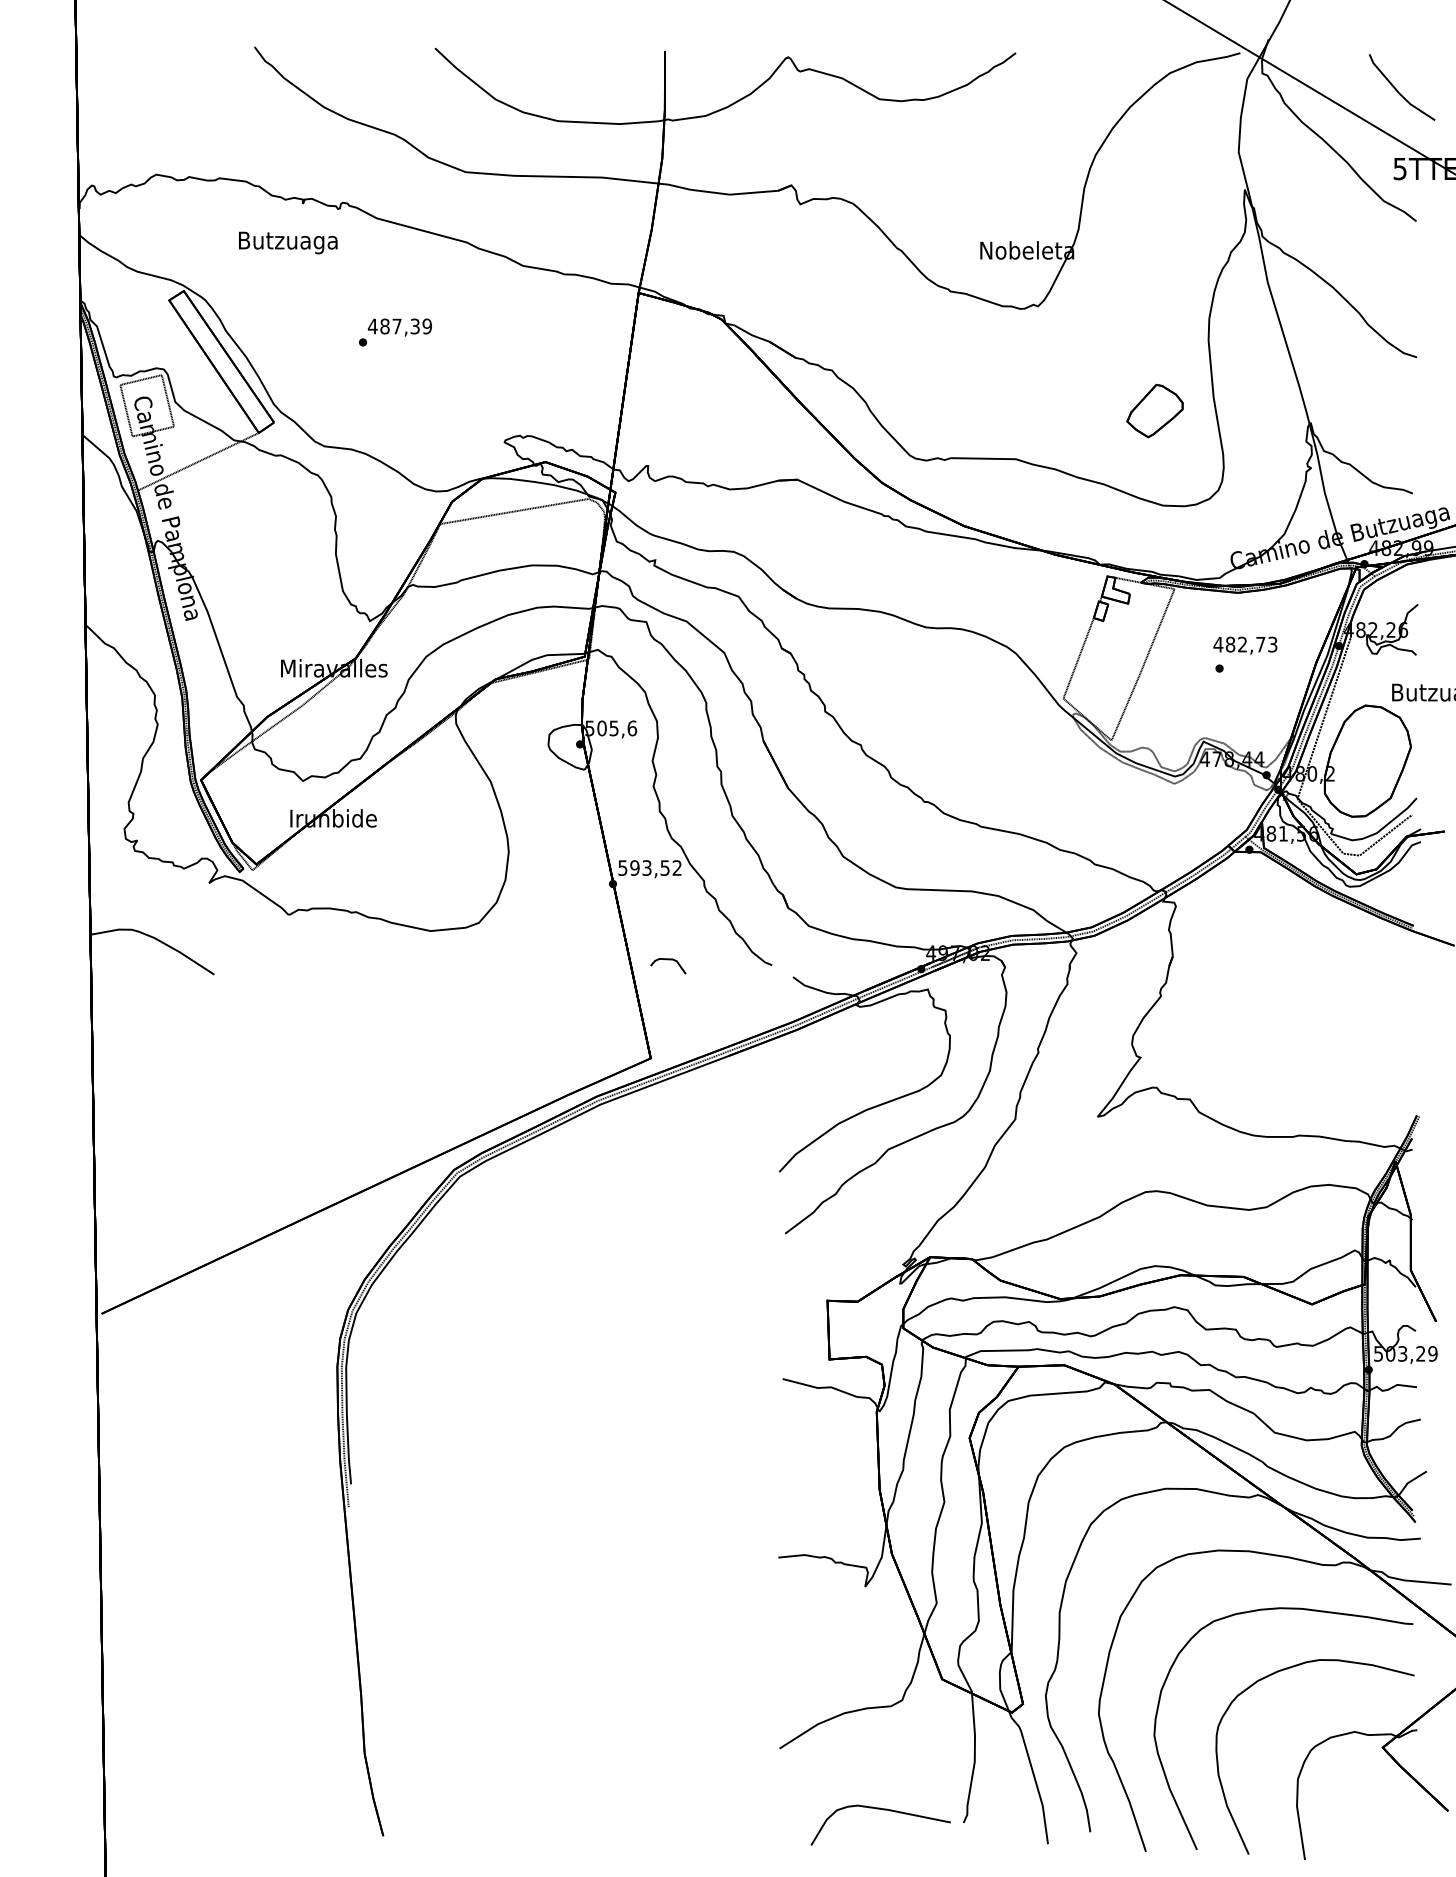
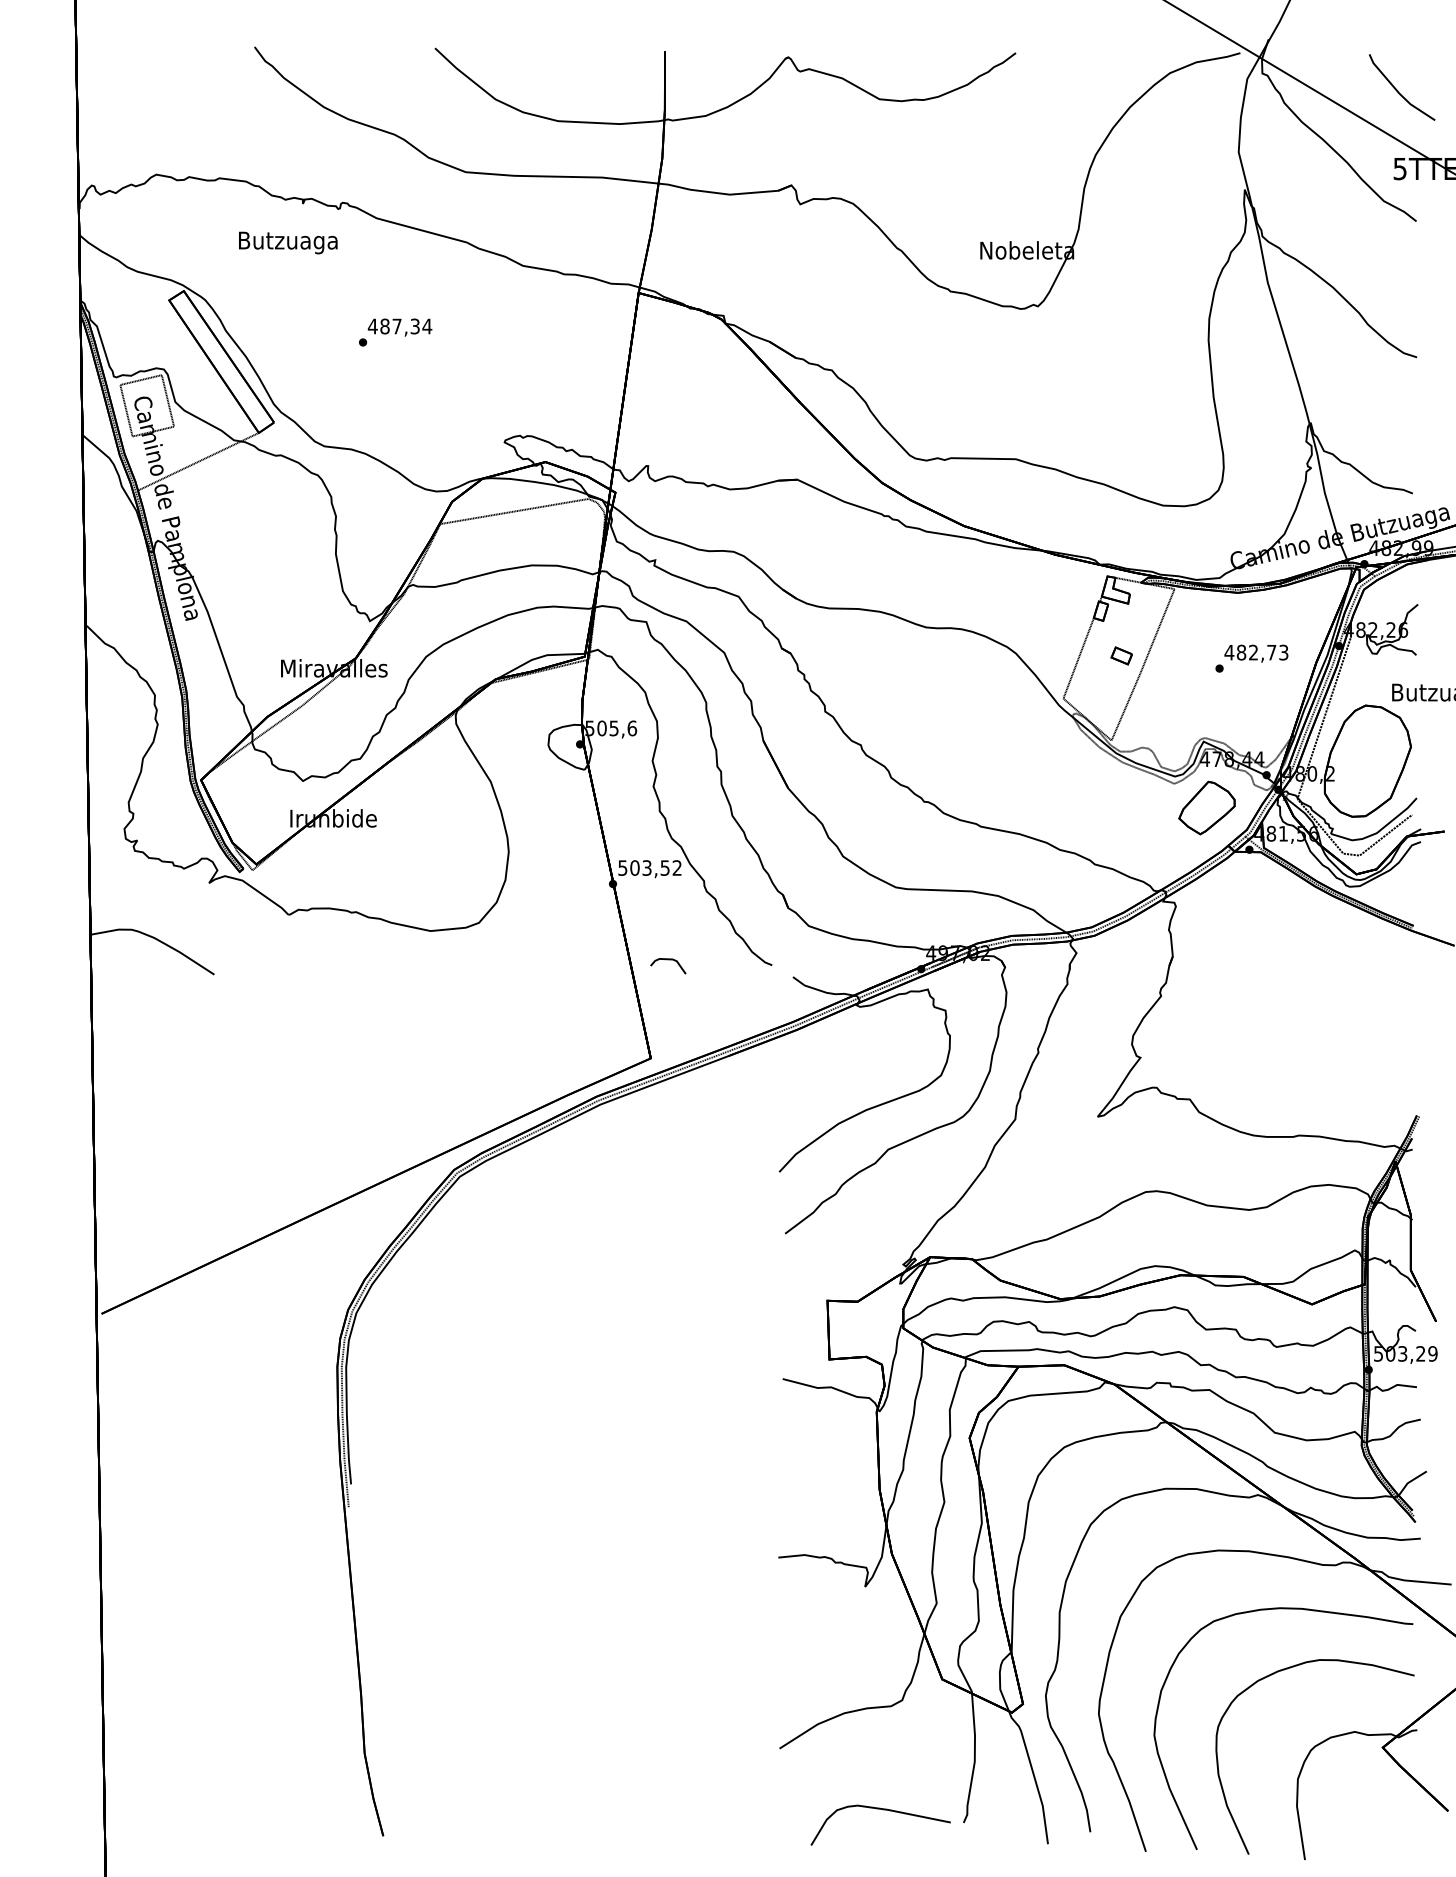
text at (427, 326): 487,39 -> 487,34
part at (1154, 410) position: (1154, 410) -> (1206, 807)
text at (1245, 645) position: (1245, 645) -> (1256, 653)
part at (1121, 655): none -> present
text at (634, 867): 593,52 -> 503,52
